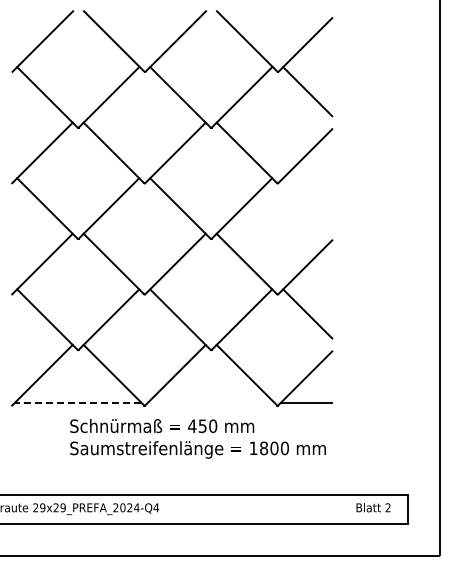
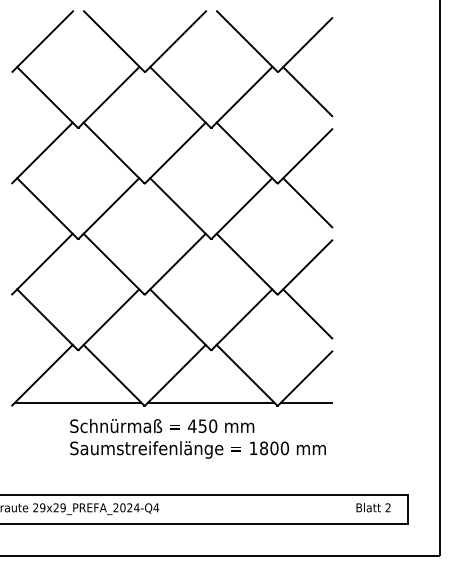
line at (307, 202): none -> present
line at (77, 402): dashed -> solid
line at (211, 402): none -> present
